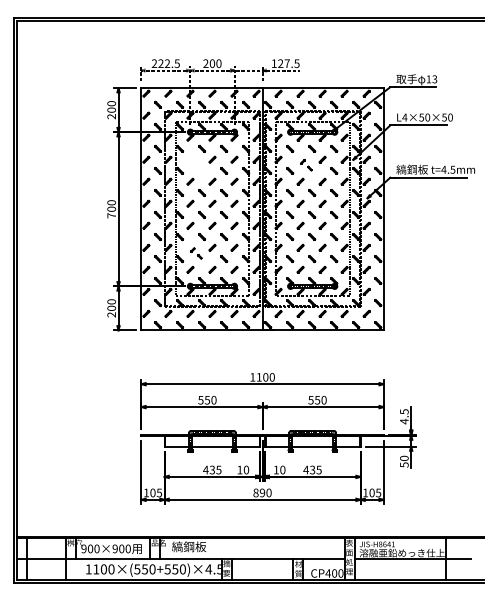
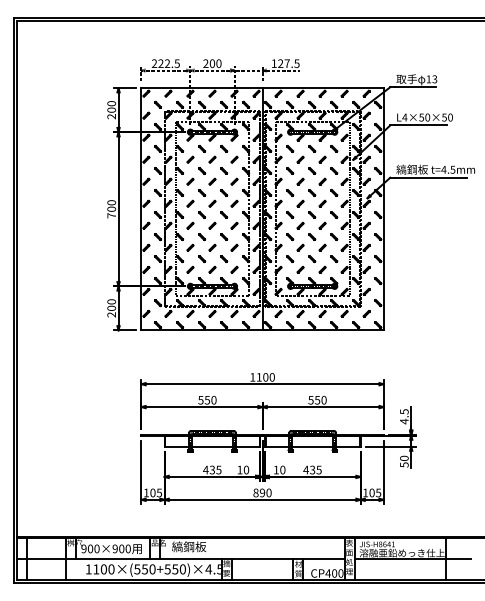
part at (196, 164): none -> present
part at (306, 165) size: 13x13 px -> 21x20 px
part at (196, 253) size: 13x13 px -> 21x21 px
